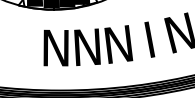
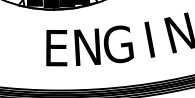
text at (118, 44): N -> G
text at (55, 47): N -> E
